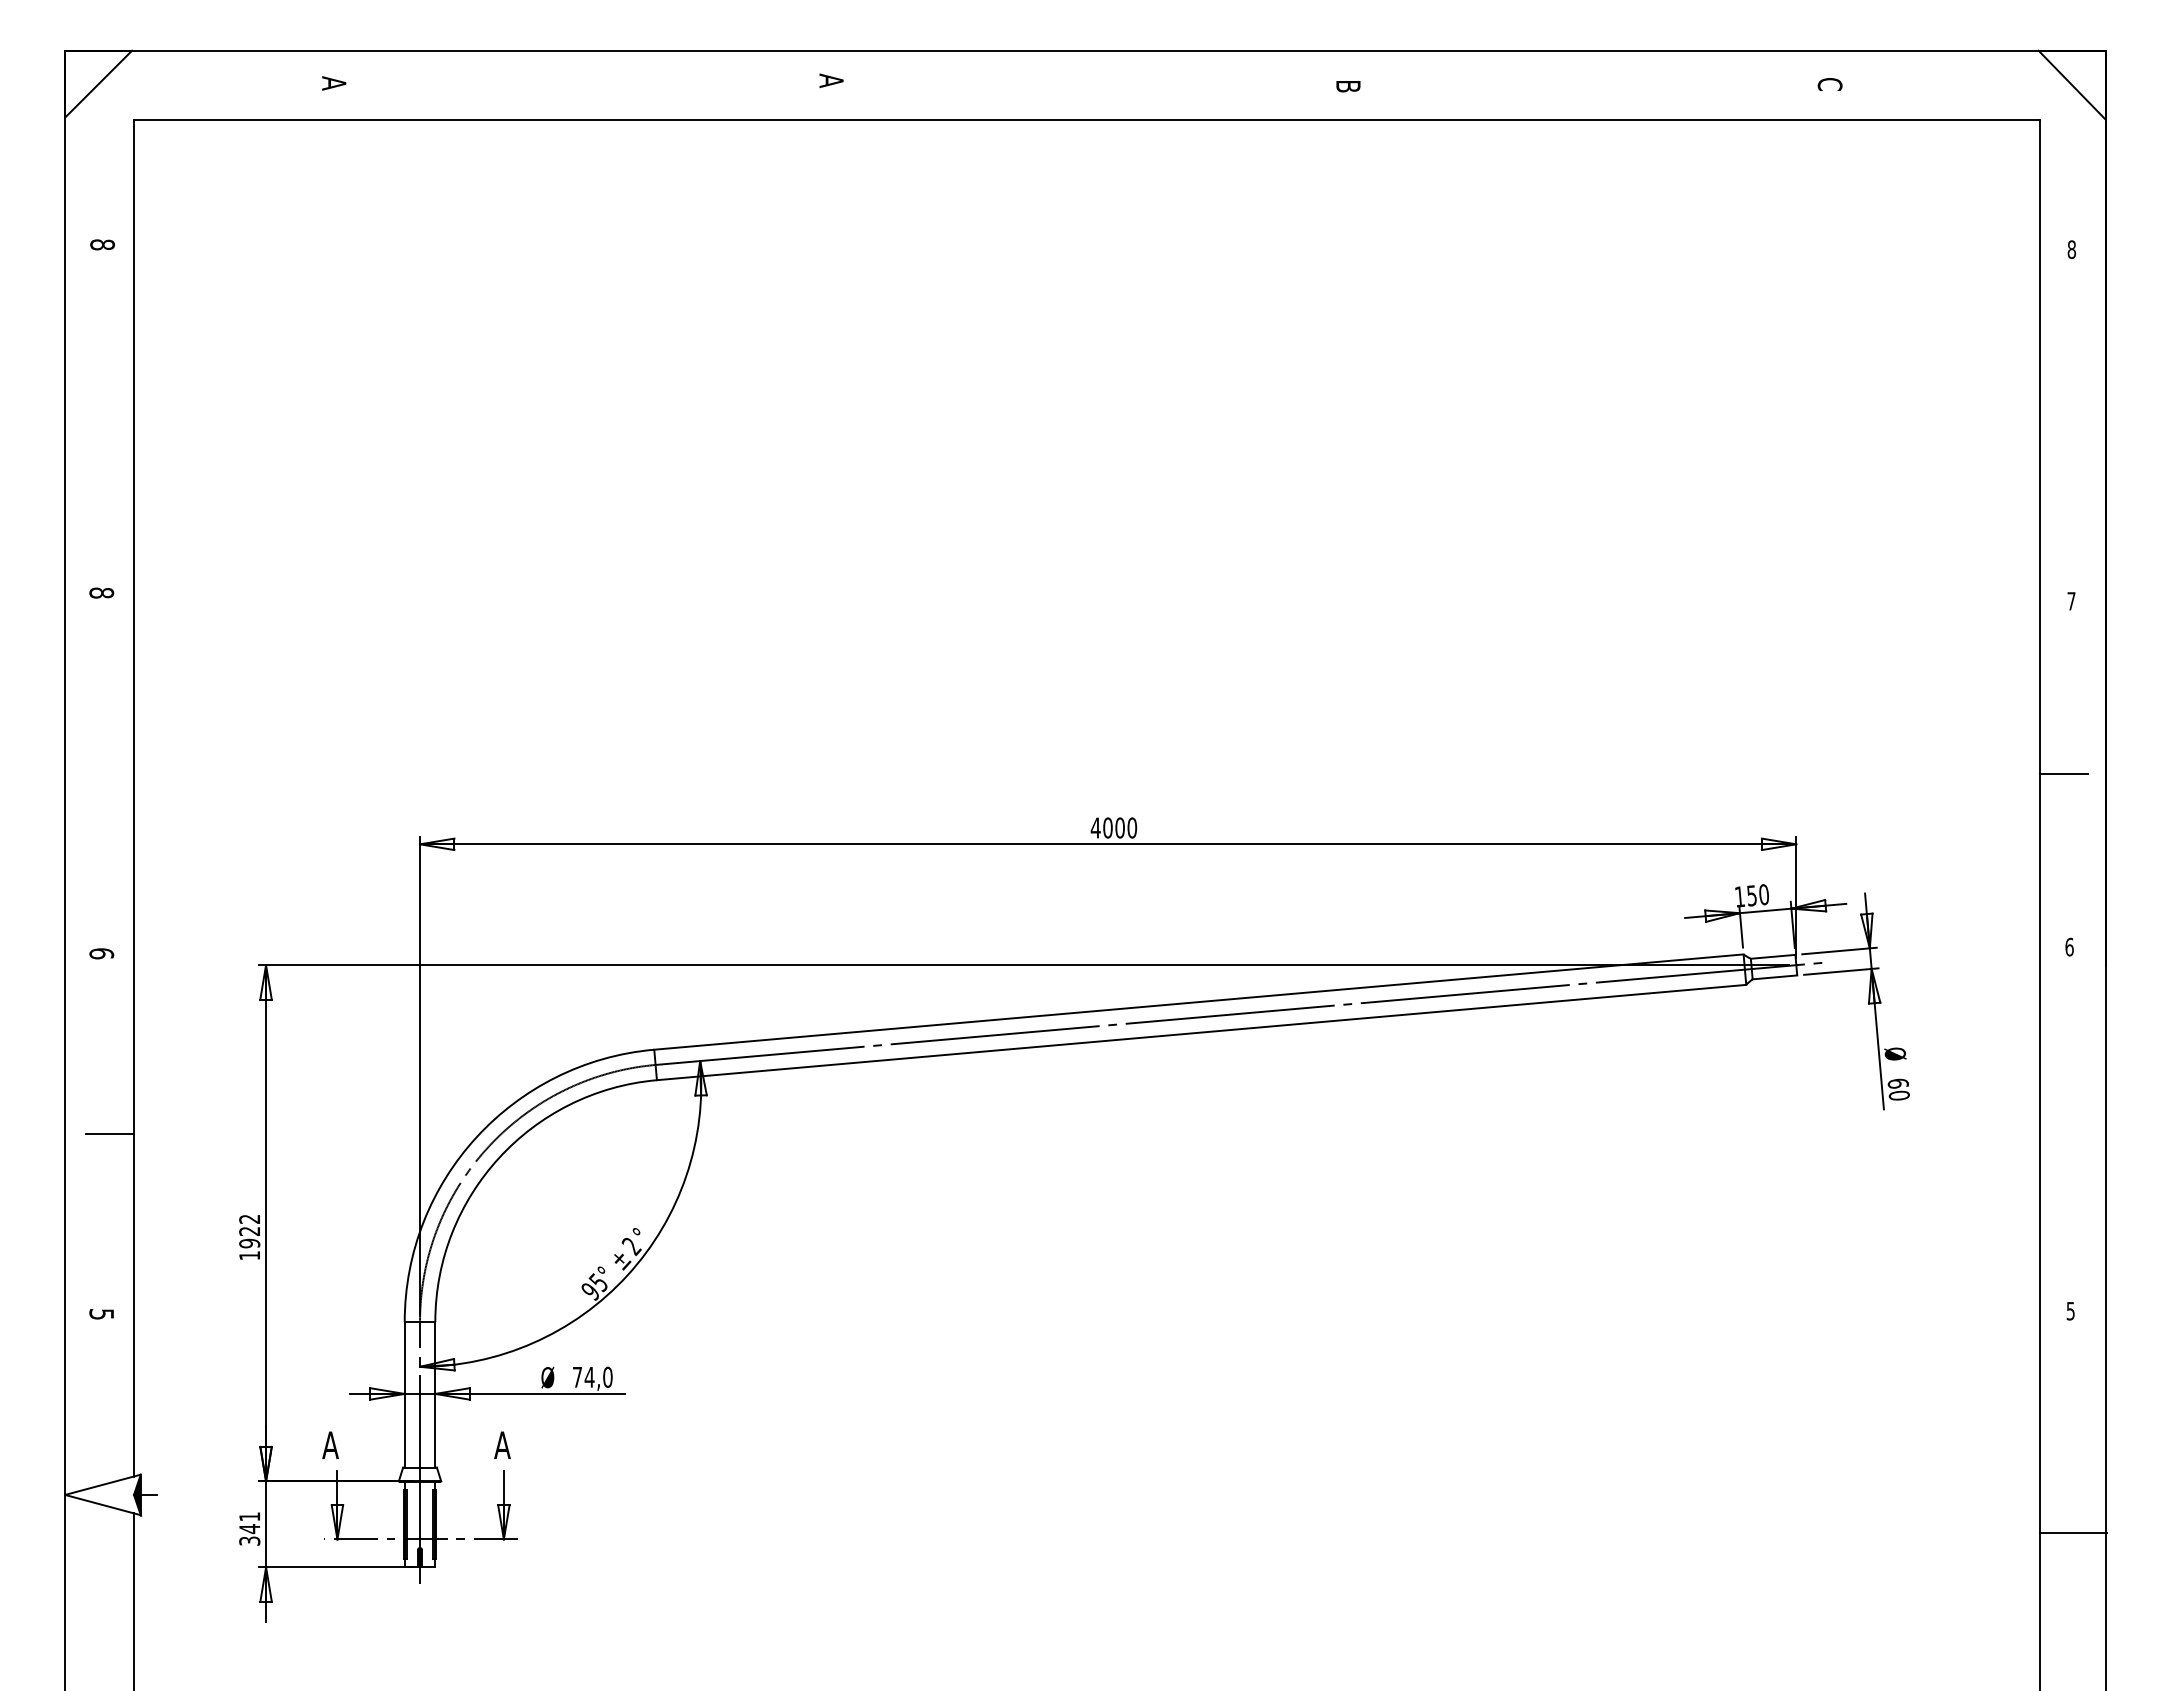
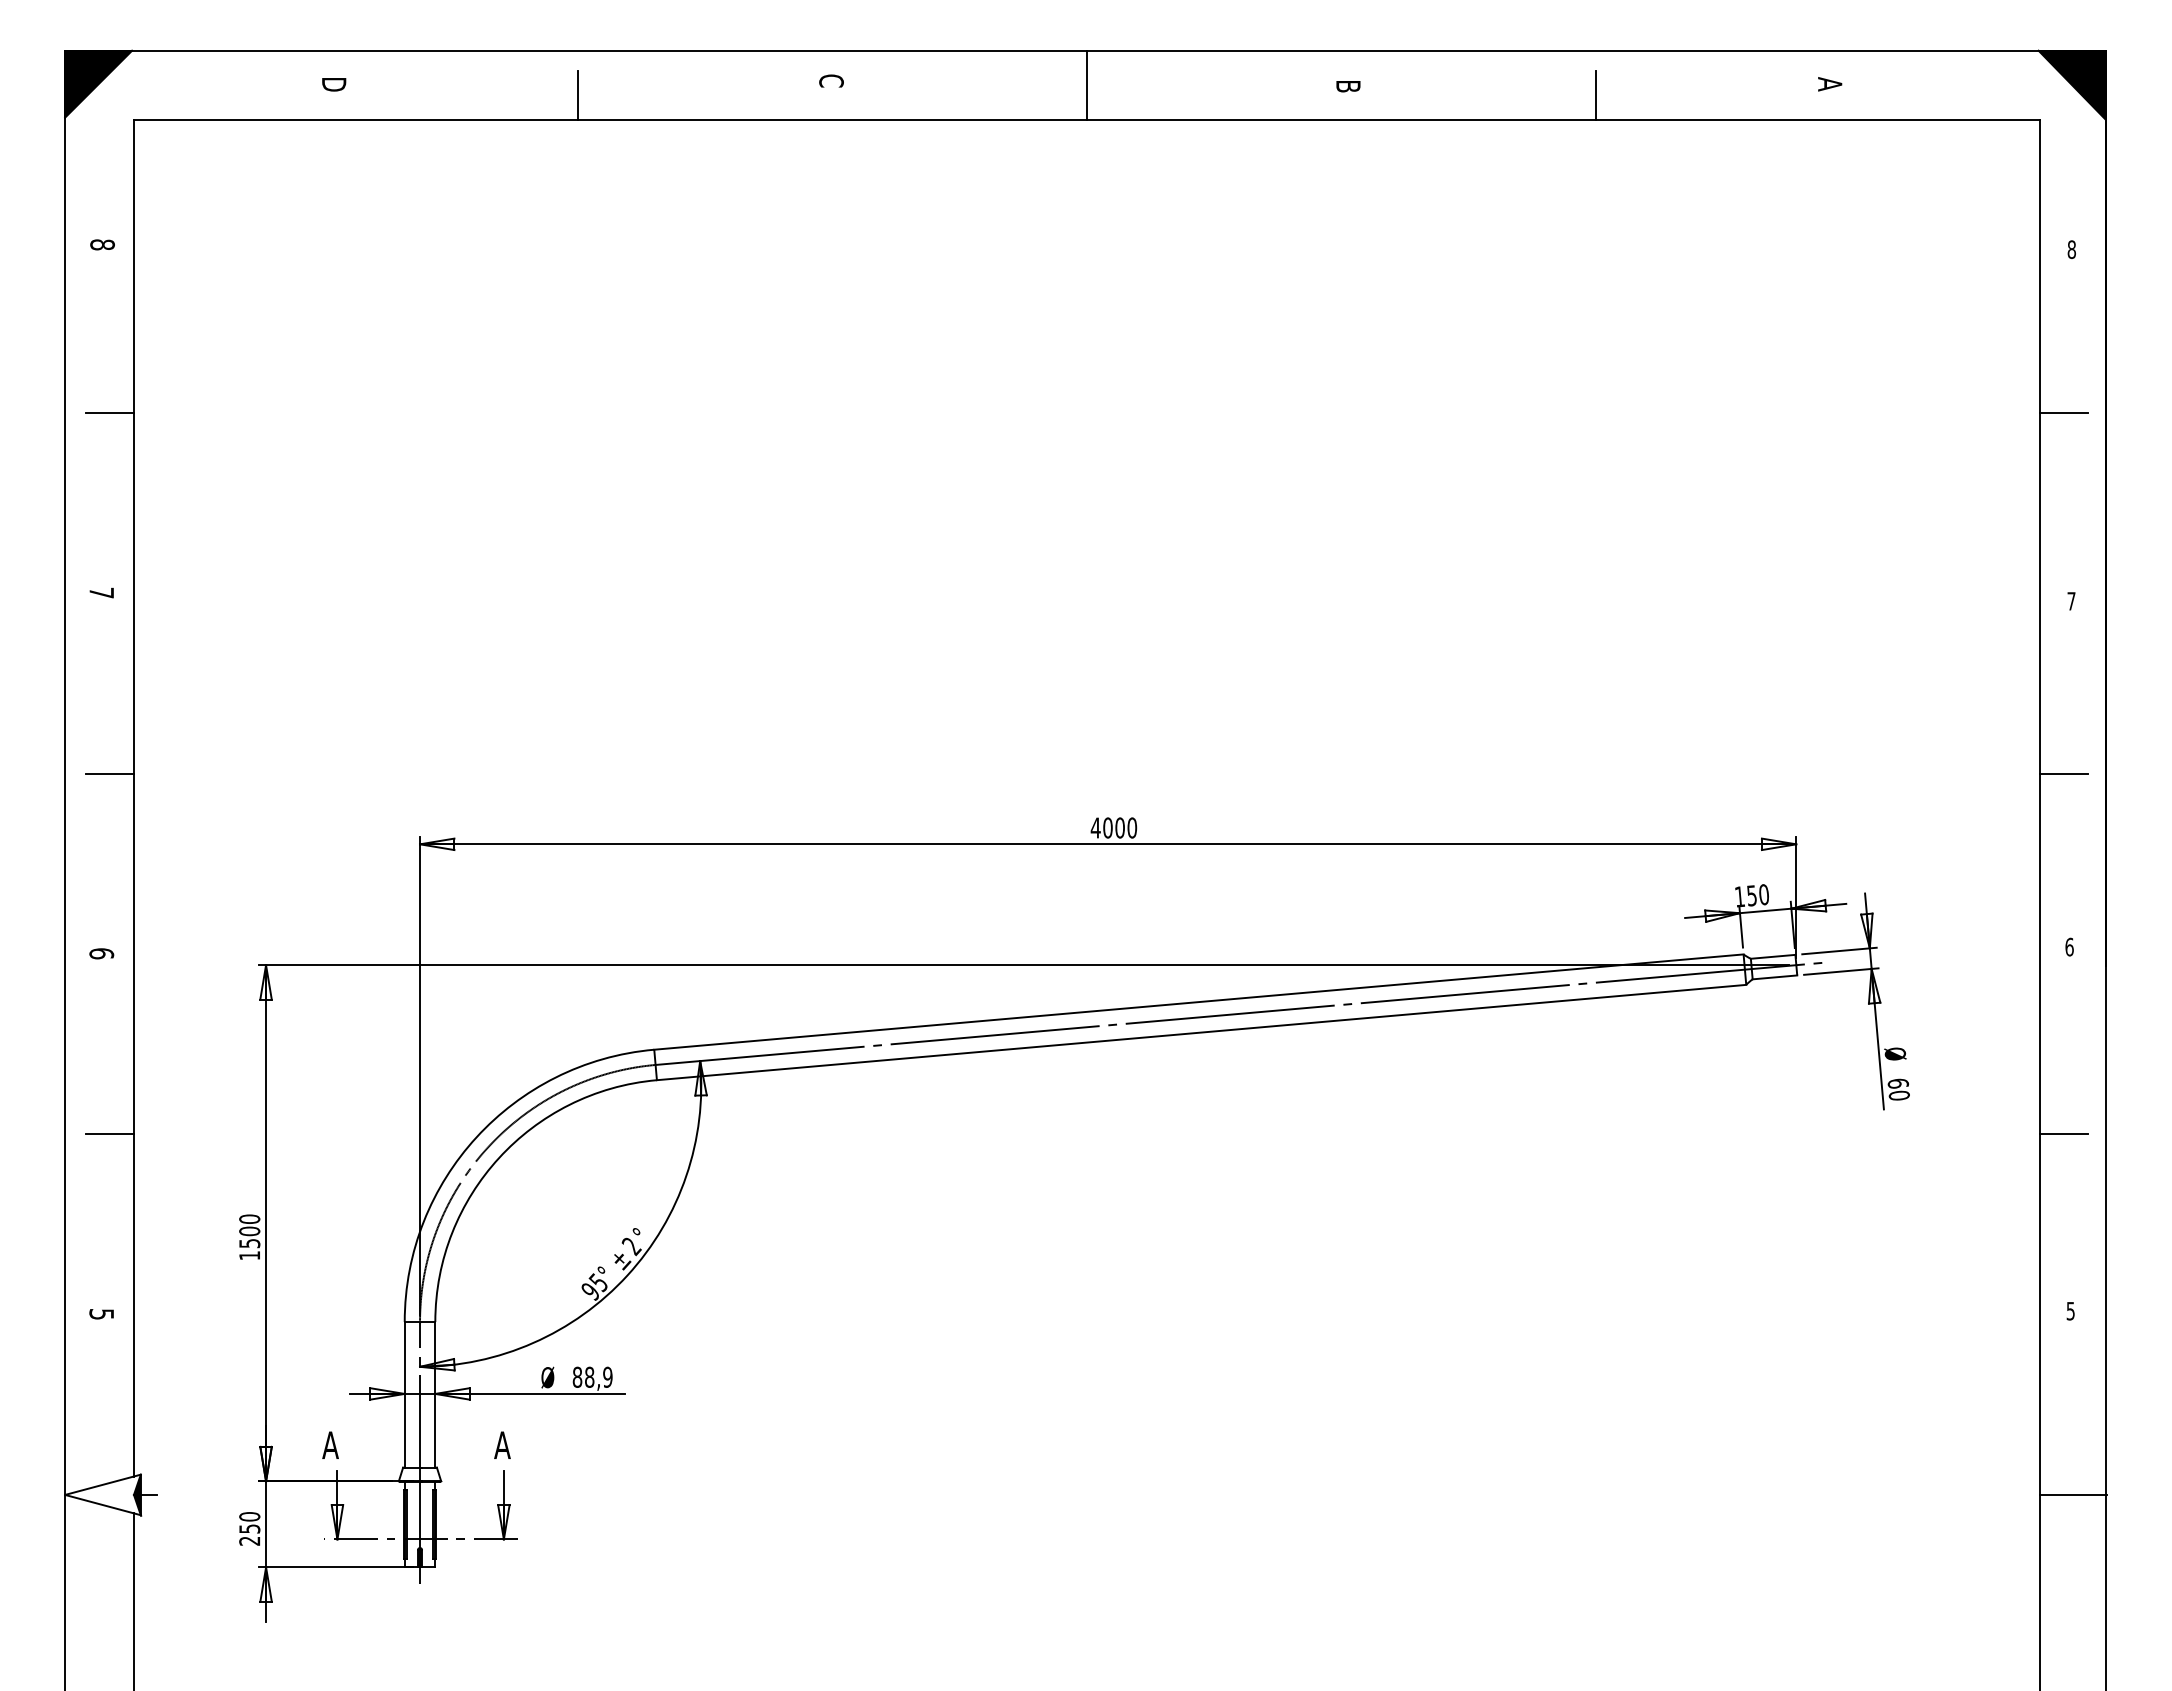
text at (831, 80): A -> C
fill at (98, 83): none -> present
text at (334, 83): A -> D
line at (1087, 84): none -> present
text at (1829, 84): C -> A
fill at (2071, 84): none -> present
line at (577, 95): none -> present
line at (1596, 95): none -> present
line at (109, 412): none -> present
line at (2064, 412): none -> present
text at (101, 592): 8 -> 7
line at (109, 773): none -> present
line at (2064, 1134): none -> present
text at (249, 1231): 1922 -> 1500
text at (592, 1376): 74,0 -> 88,9
text at (249, 1528): 341 -> 250
line at (2073, 1532) position: (2073, 1532) -> (2073, 1494)
